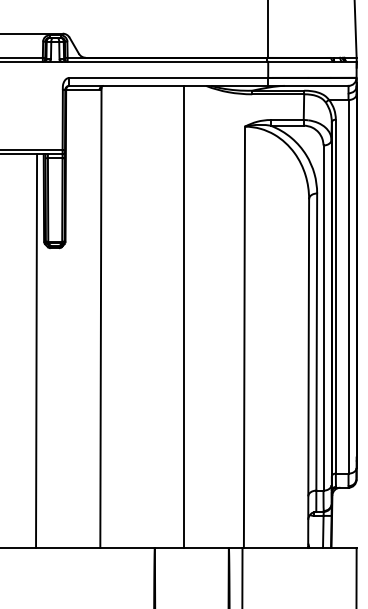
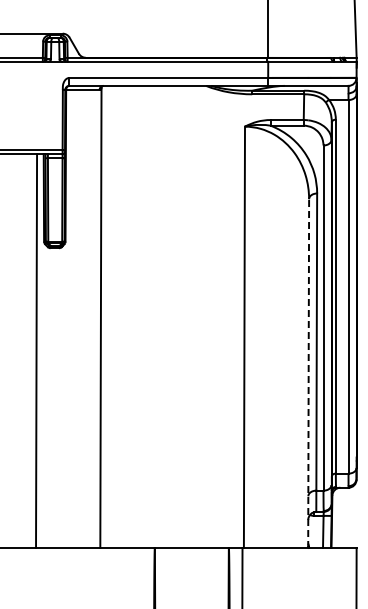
line at (184, 316): present -> none
line at (308, 373): solid -> dashed
